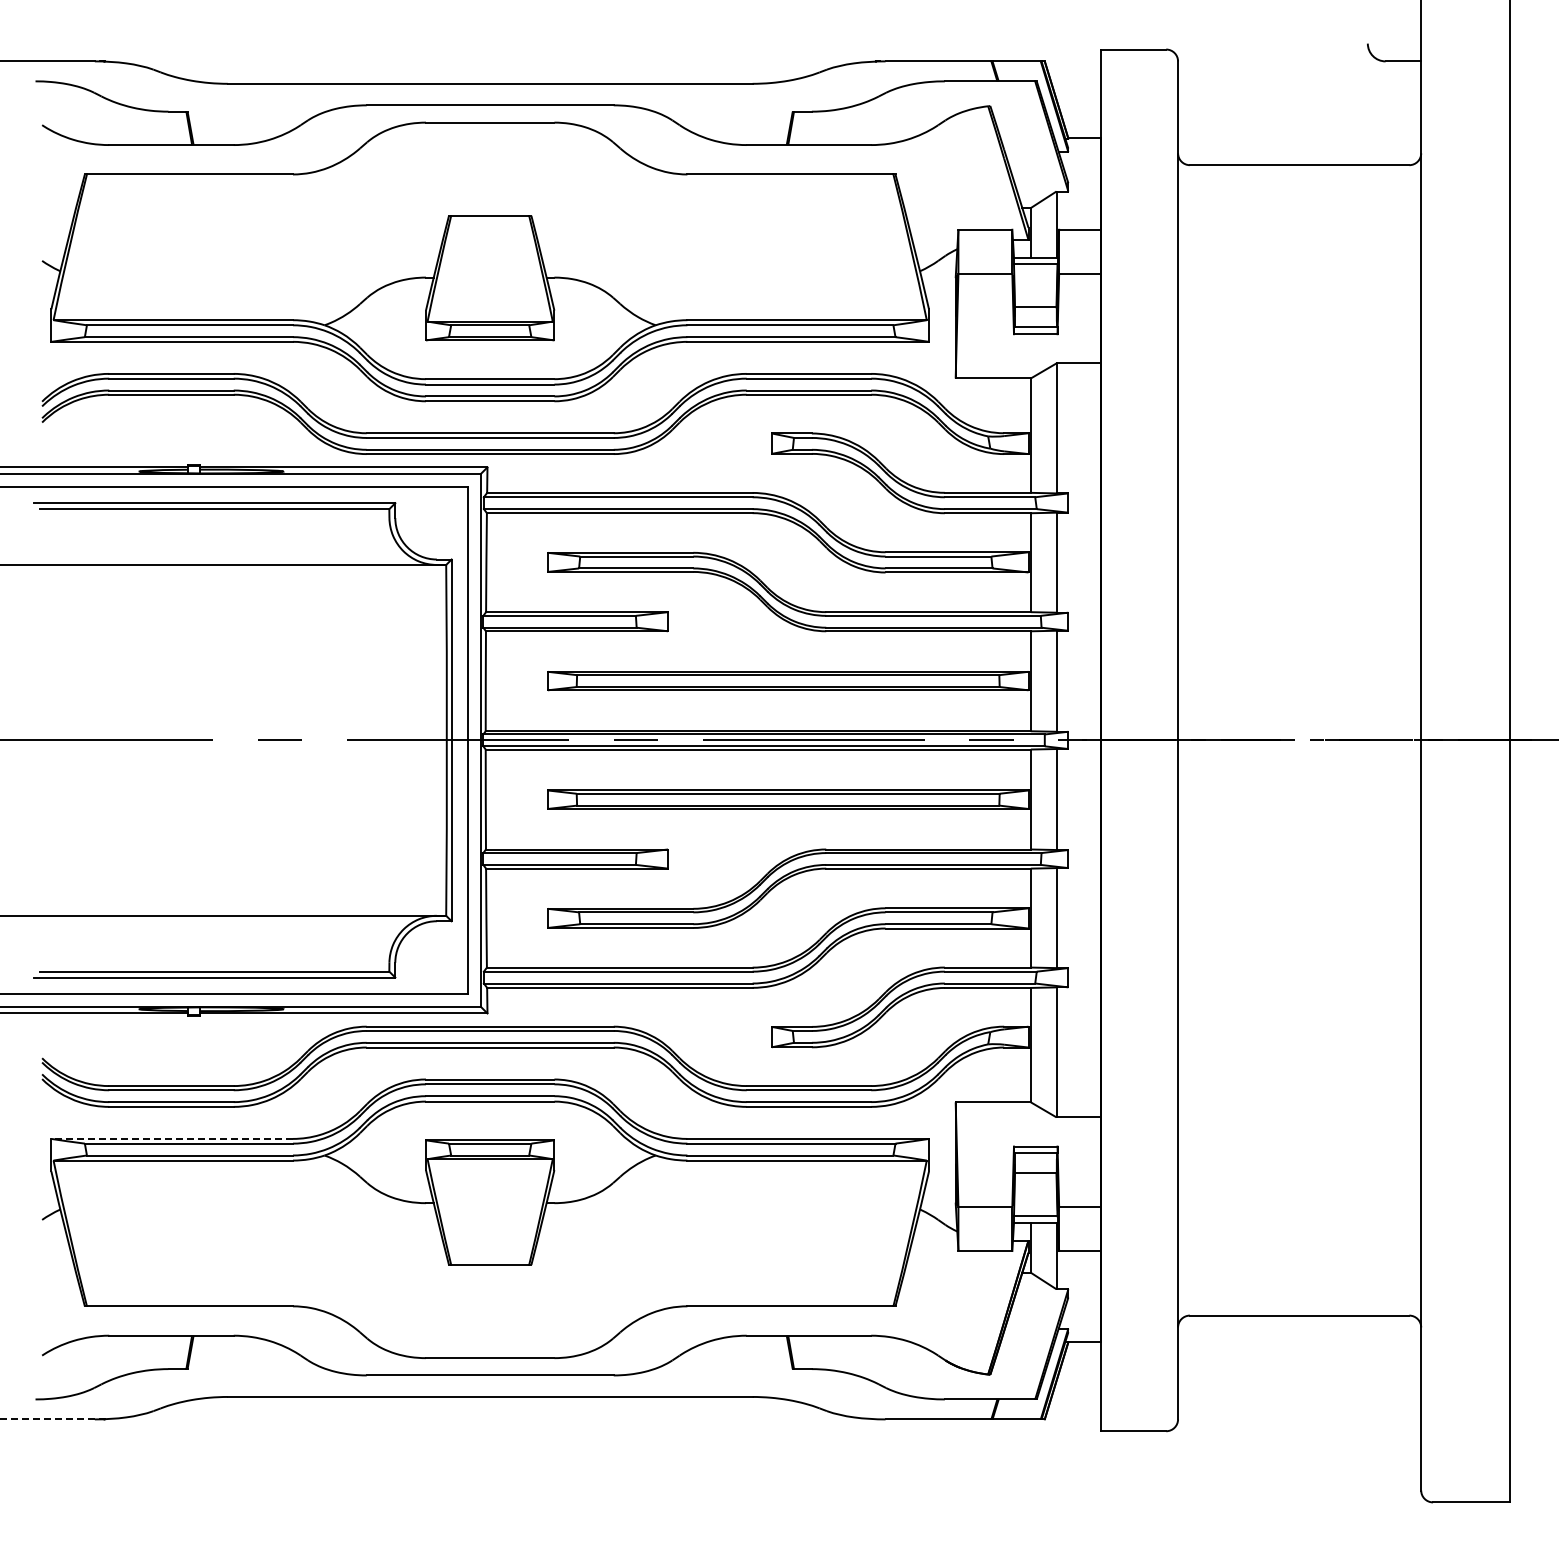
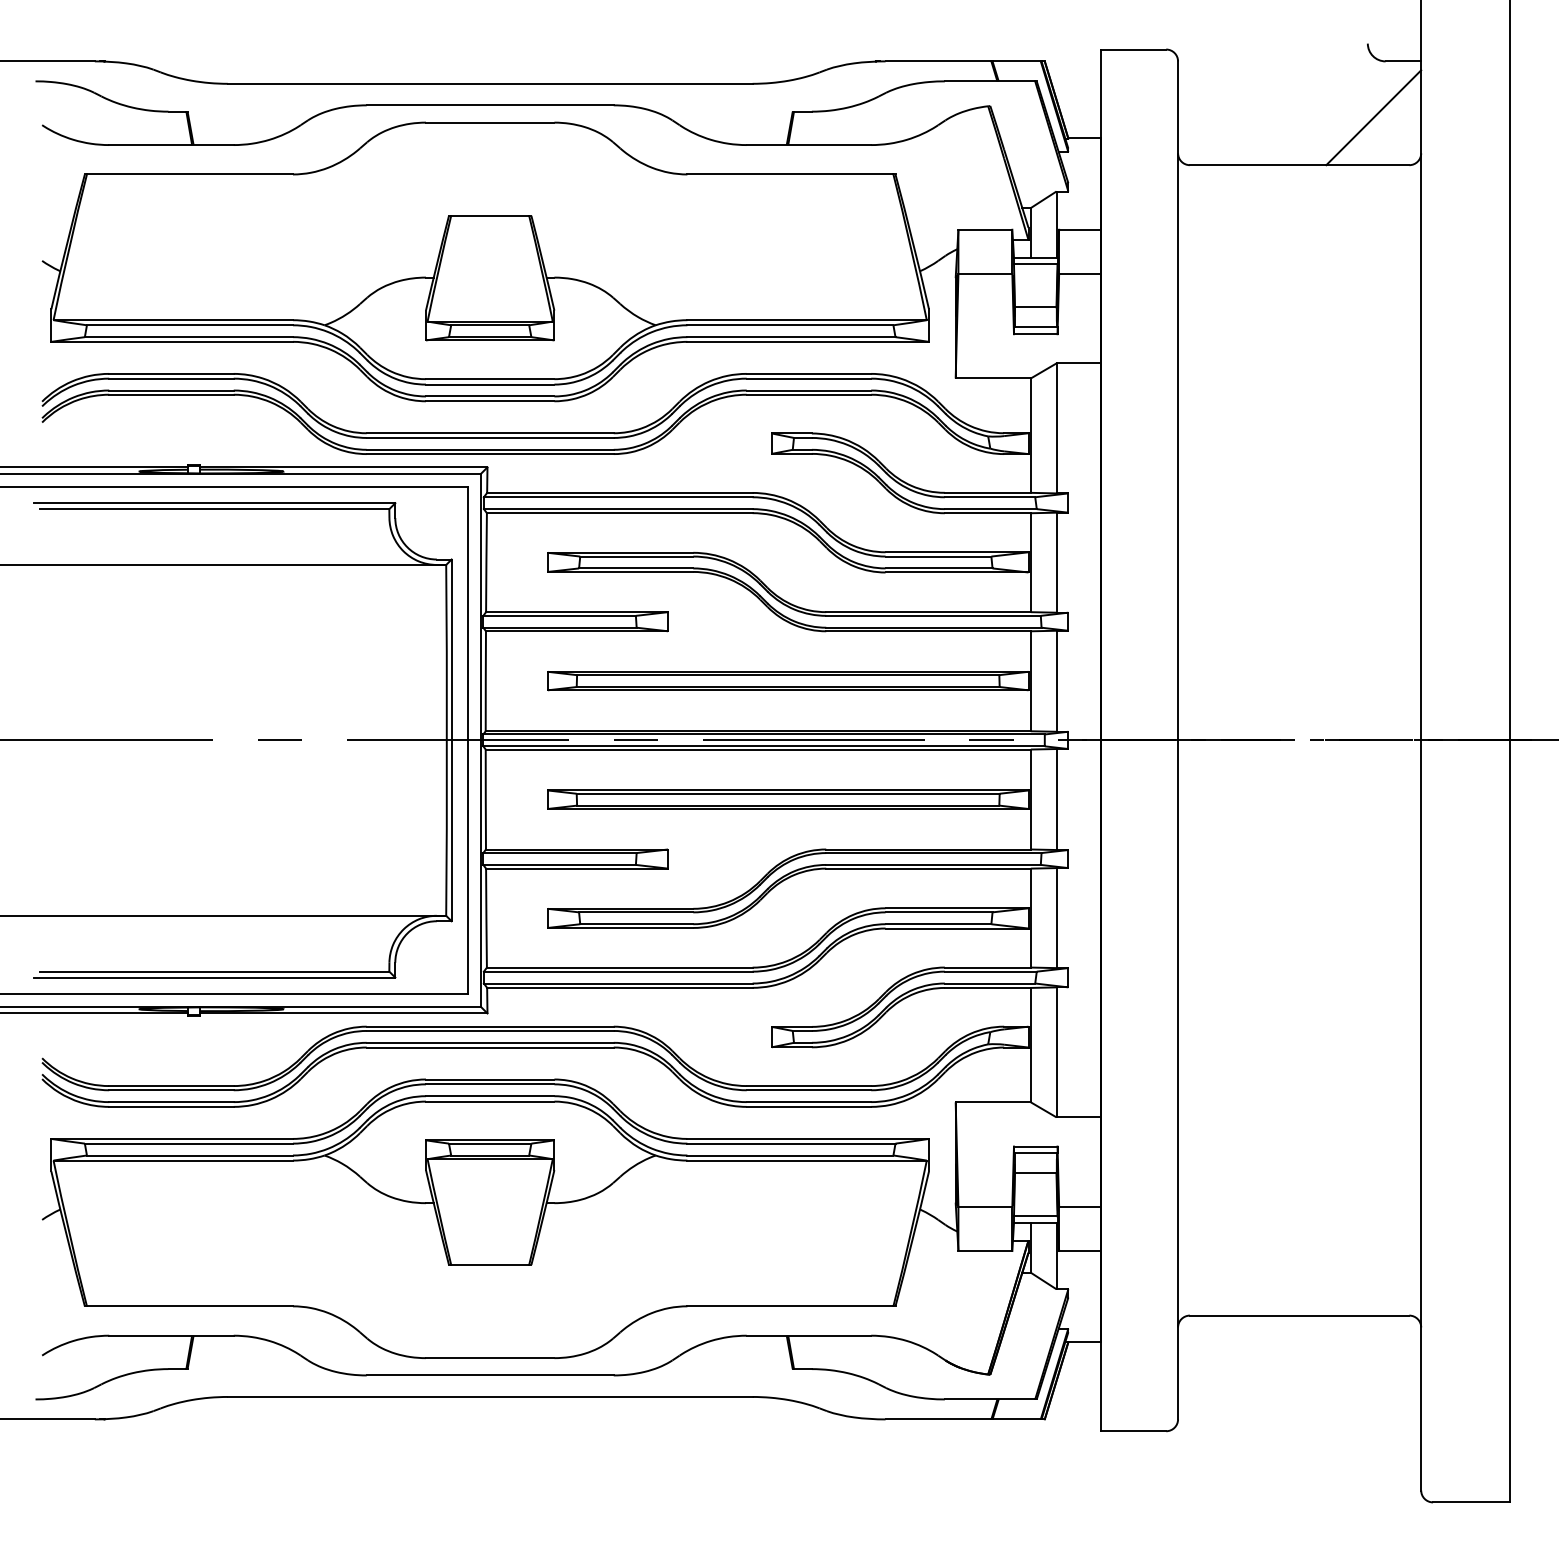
line at (1373, 117): none -> present
line at (172, 1138): dashed -> solid
line at (46, 1419): dashed -> solid
